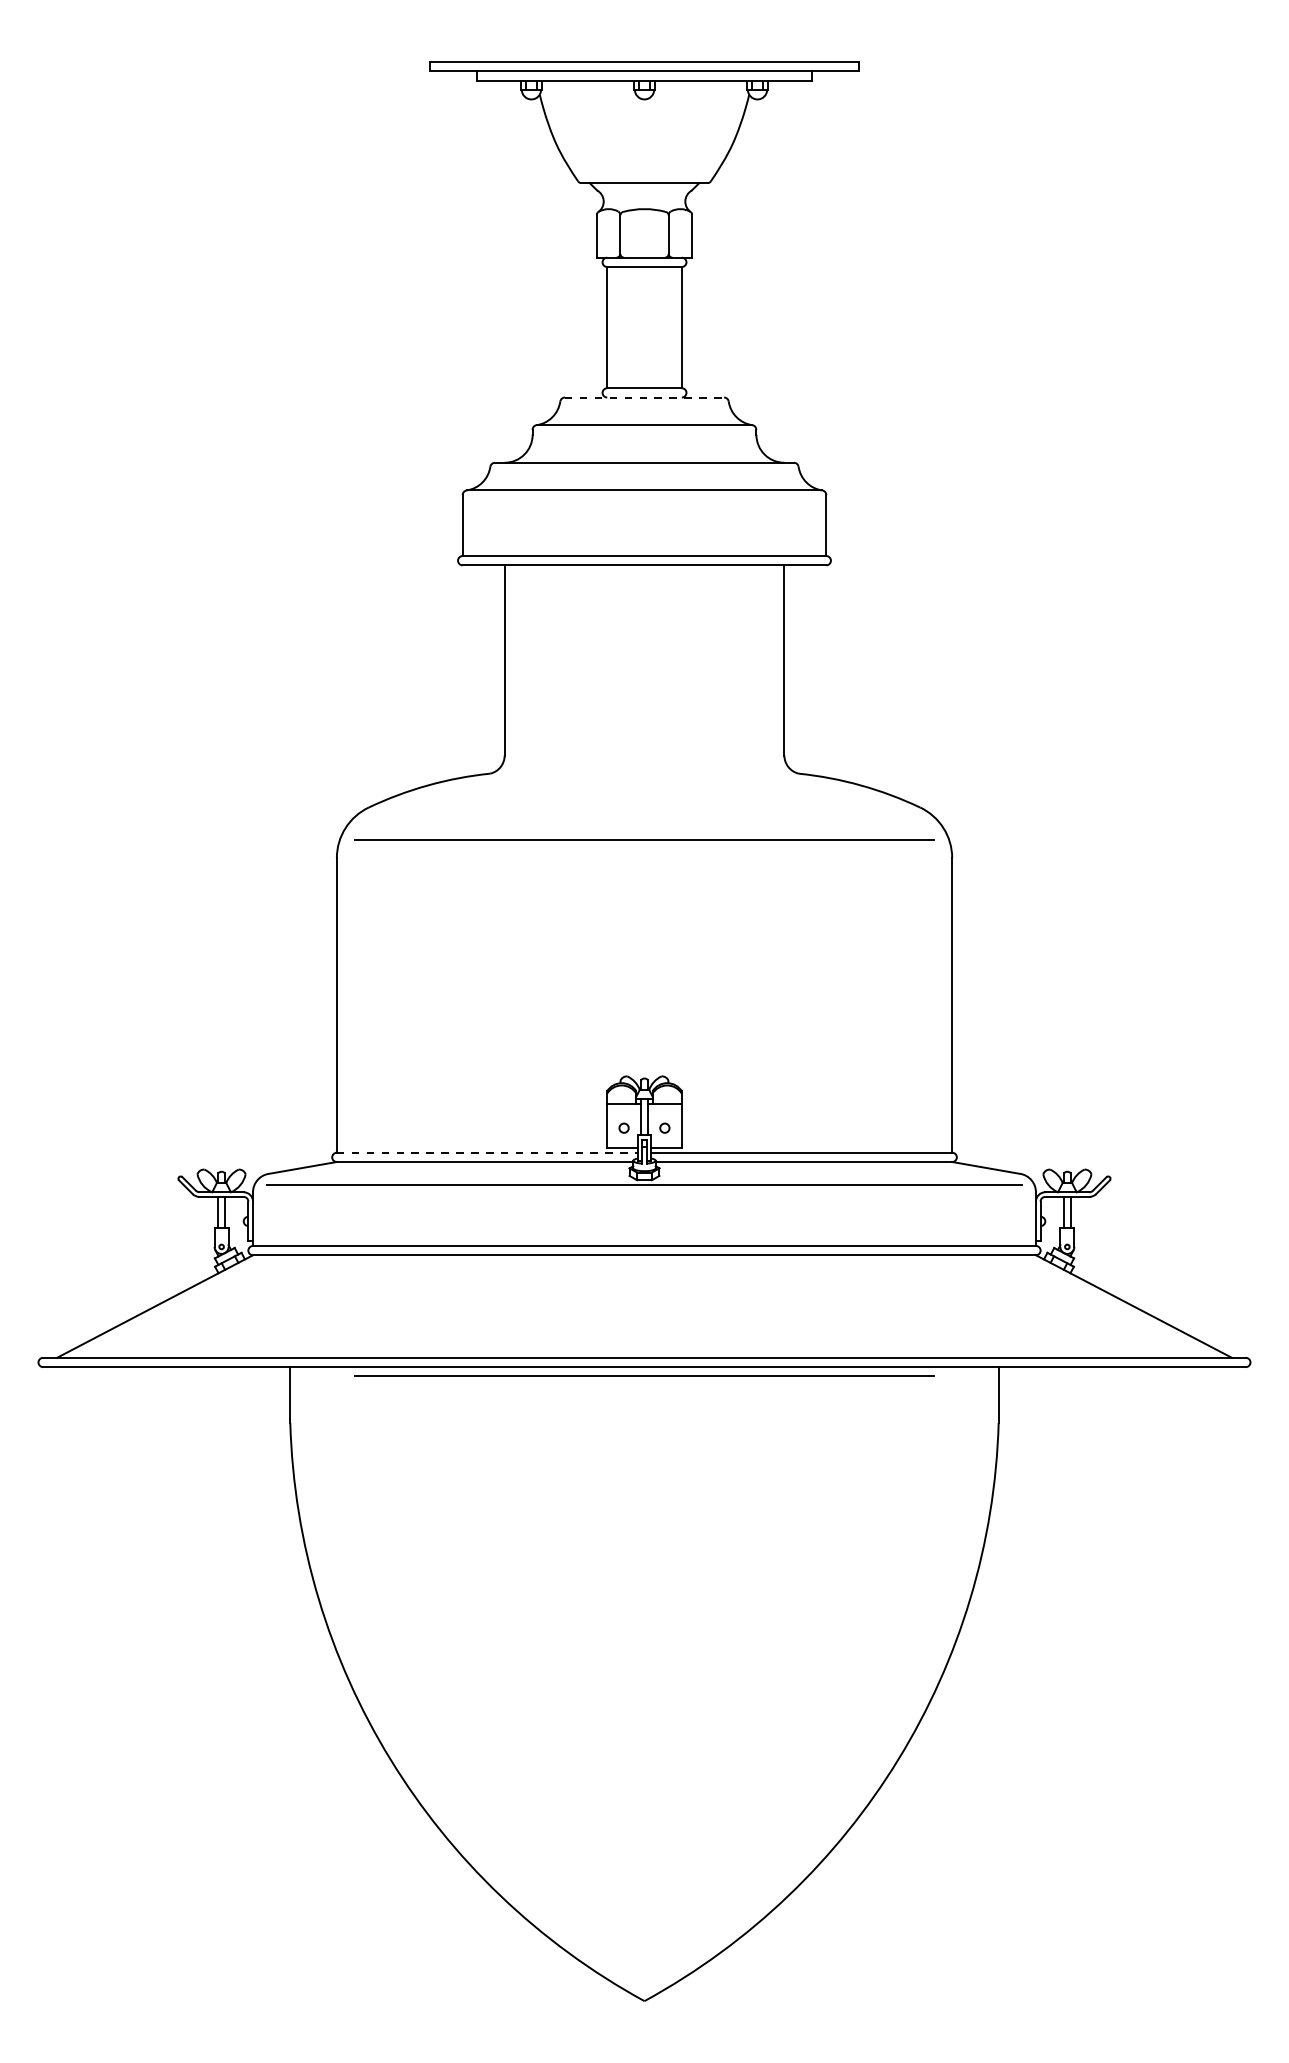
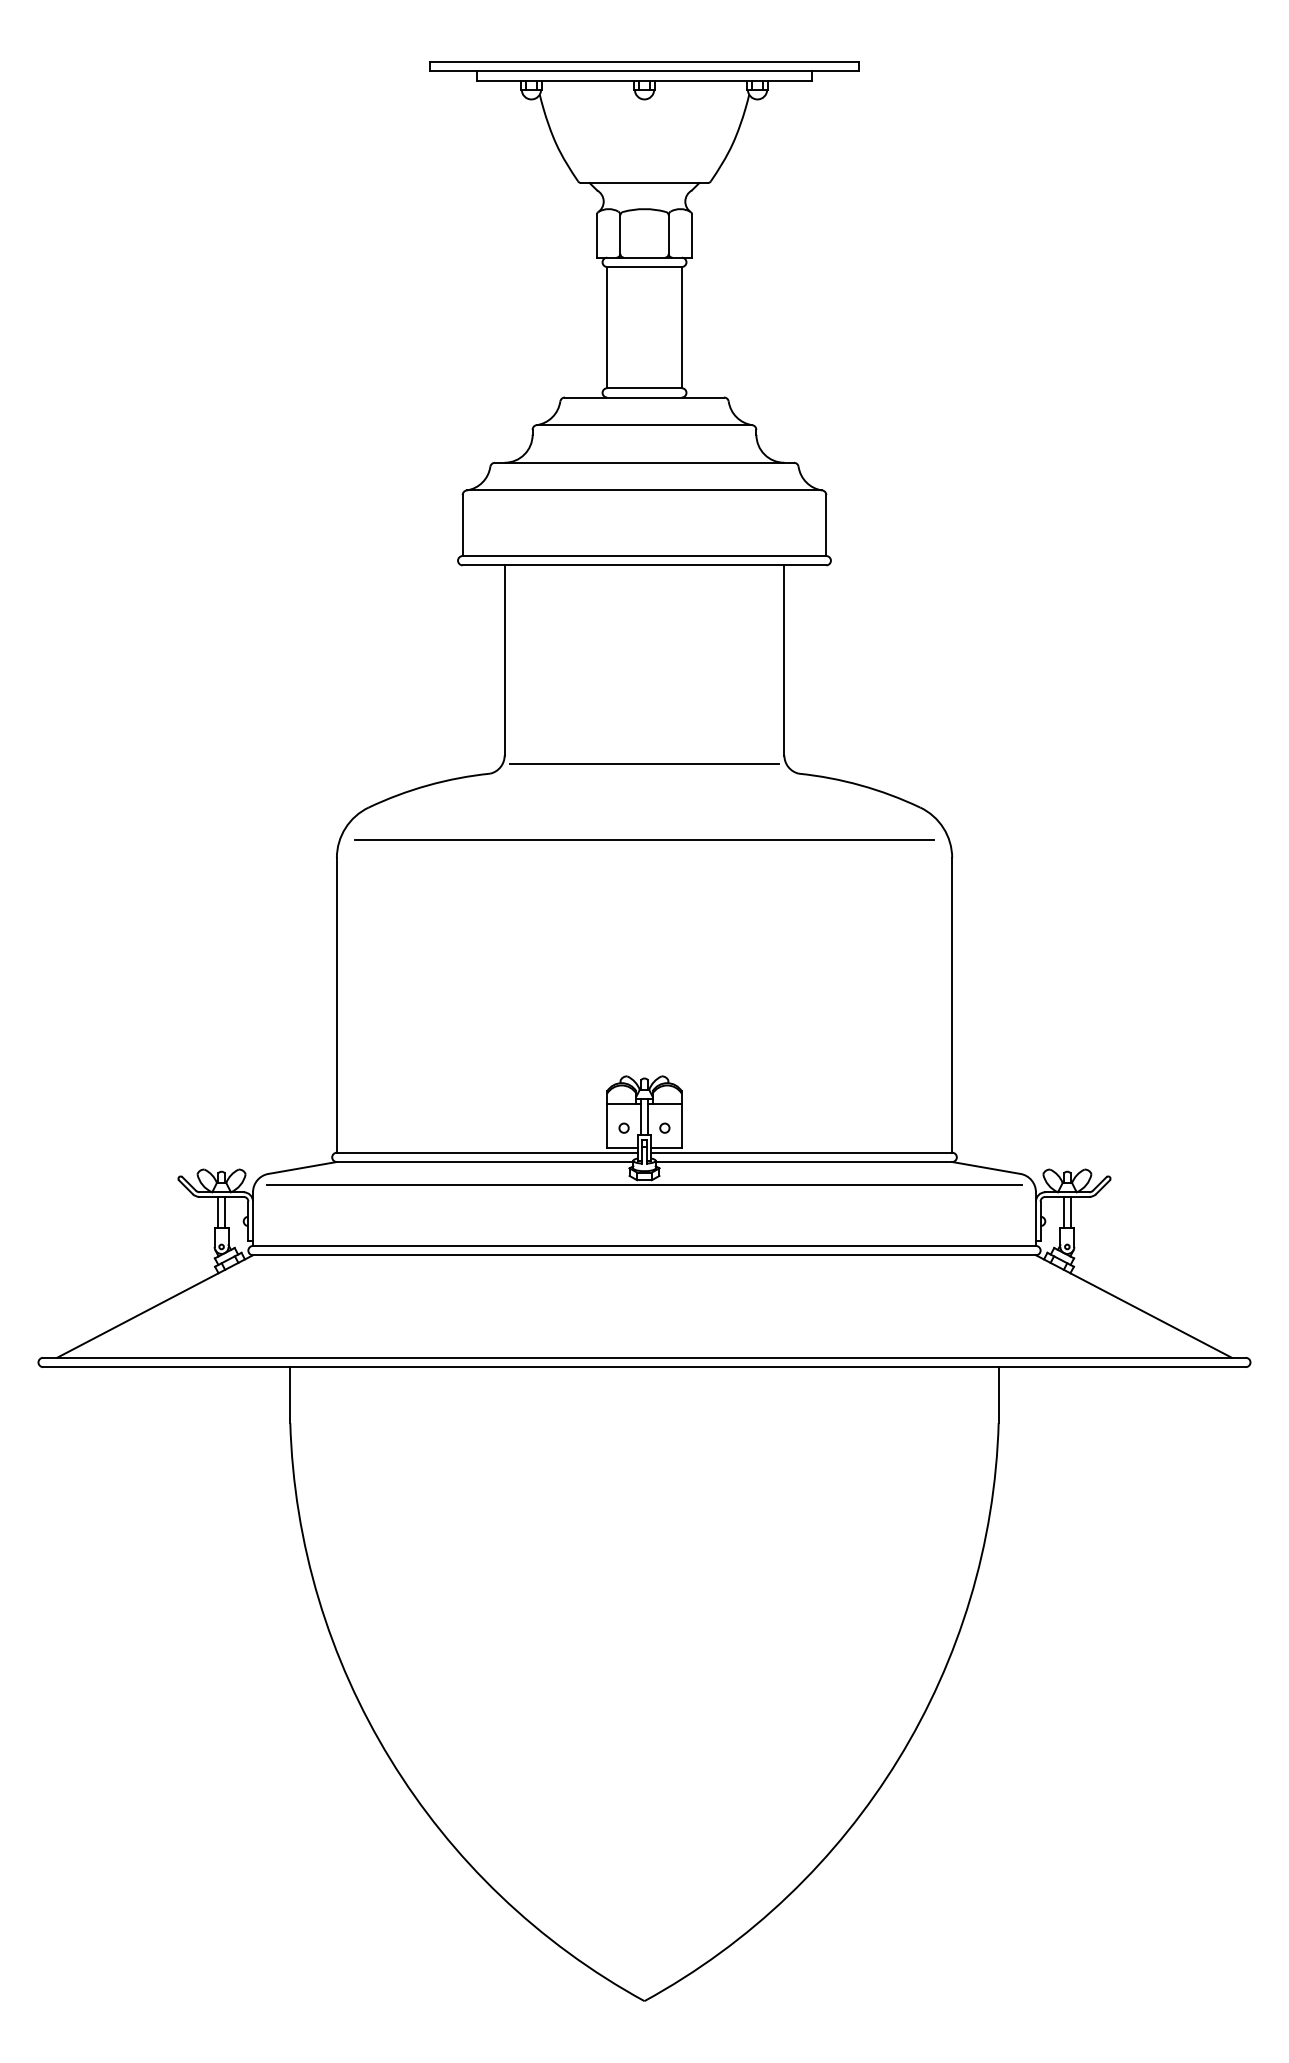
line at (644, 397): dashed -> solid
line at (644, 763): none -> present
line at (487, 1152): dashed -> solid
line at (644, 1375): present -> none
